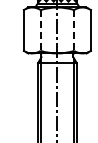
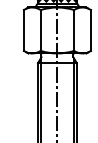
line at (40, 30): dashed -> solid
line at (74, 30): dashed -> solid
